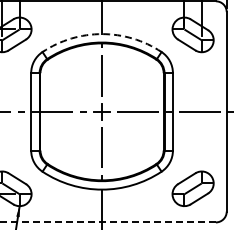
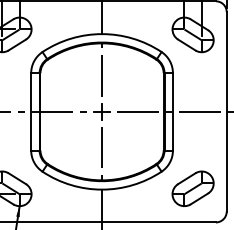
arc at (102, 34): dashed -> solid
line at (108, 222): dashed -> solid
